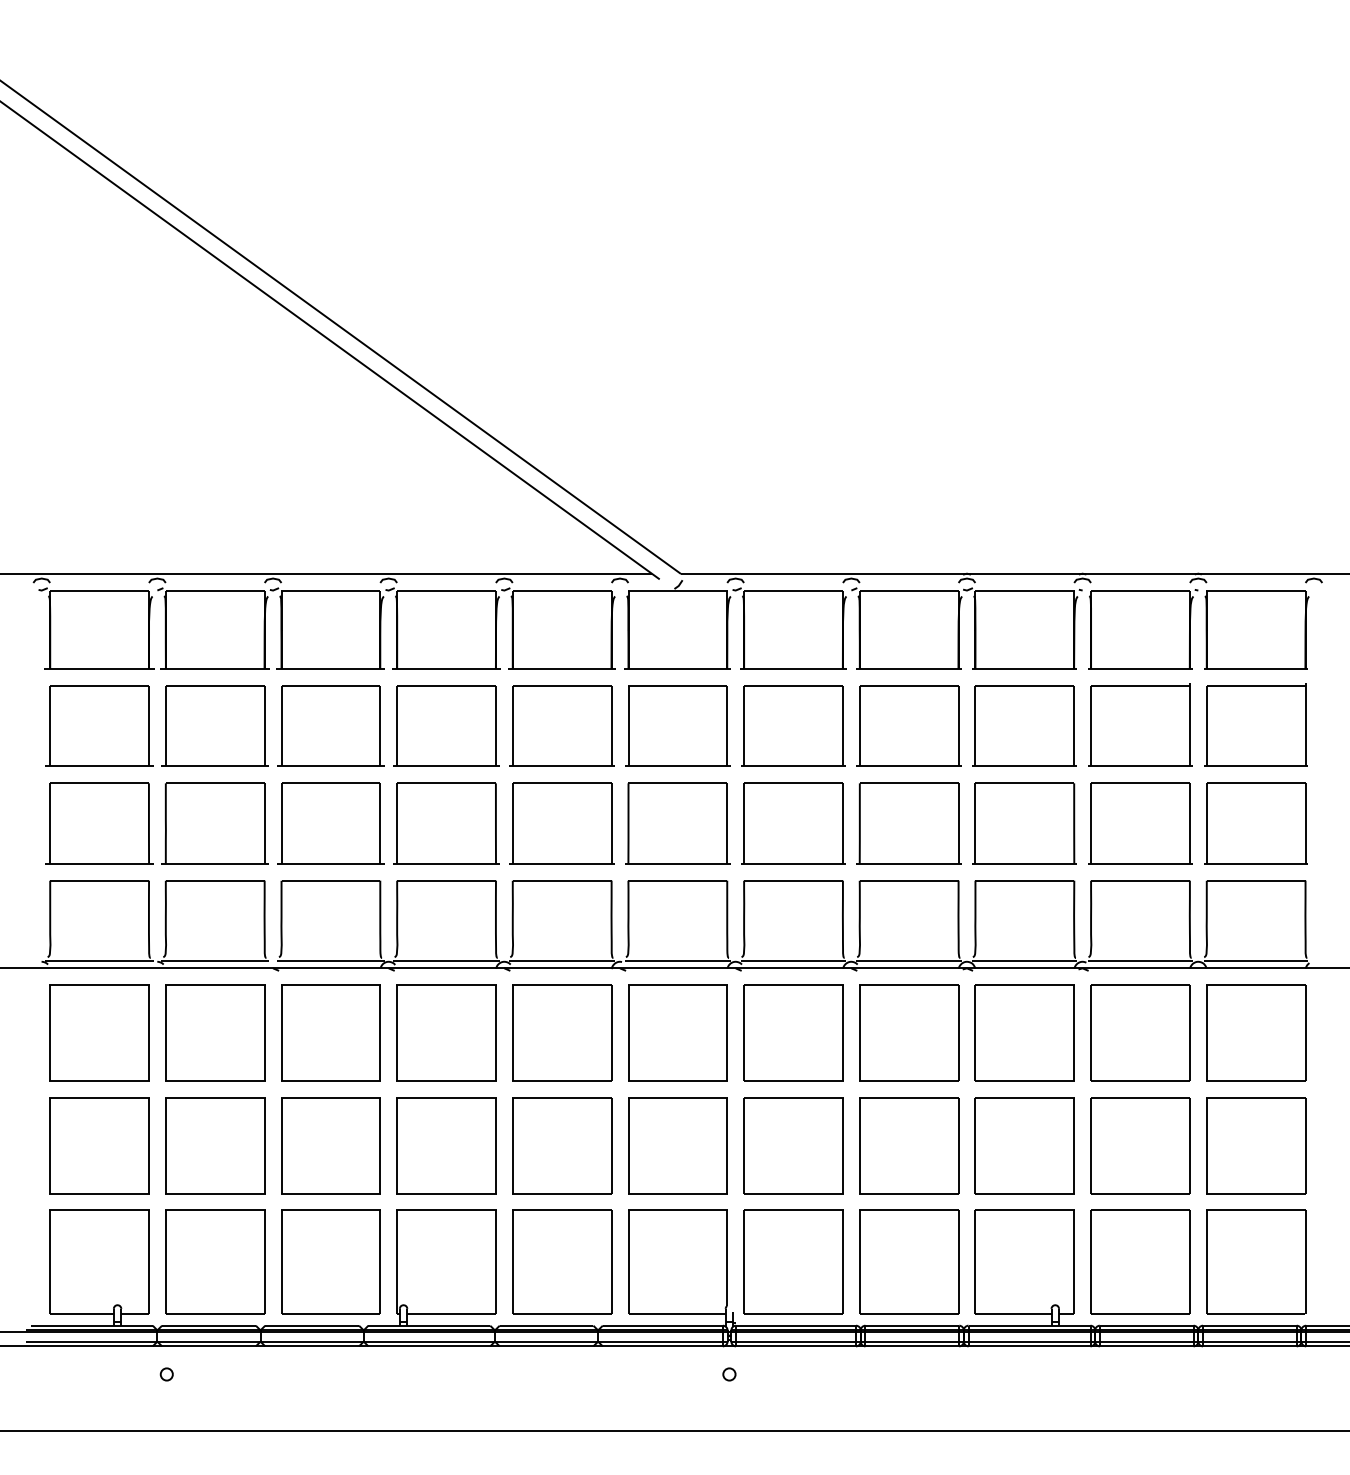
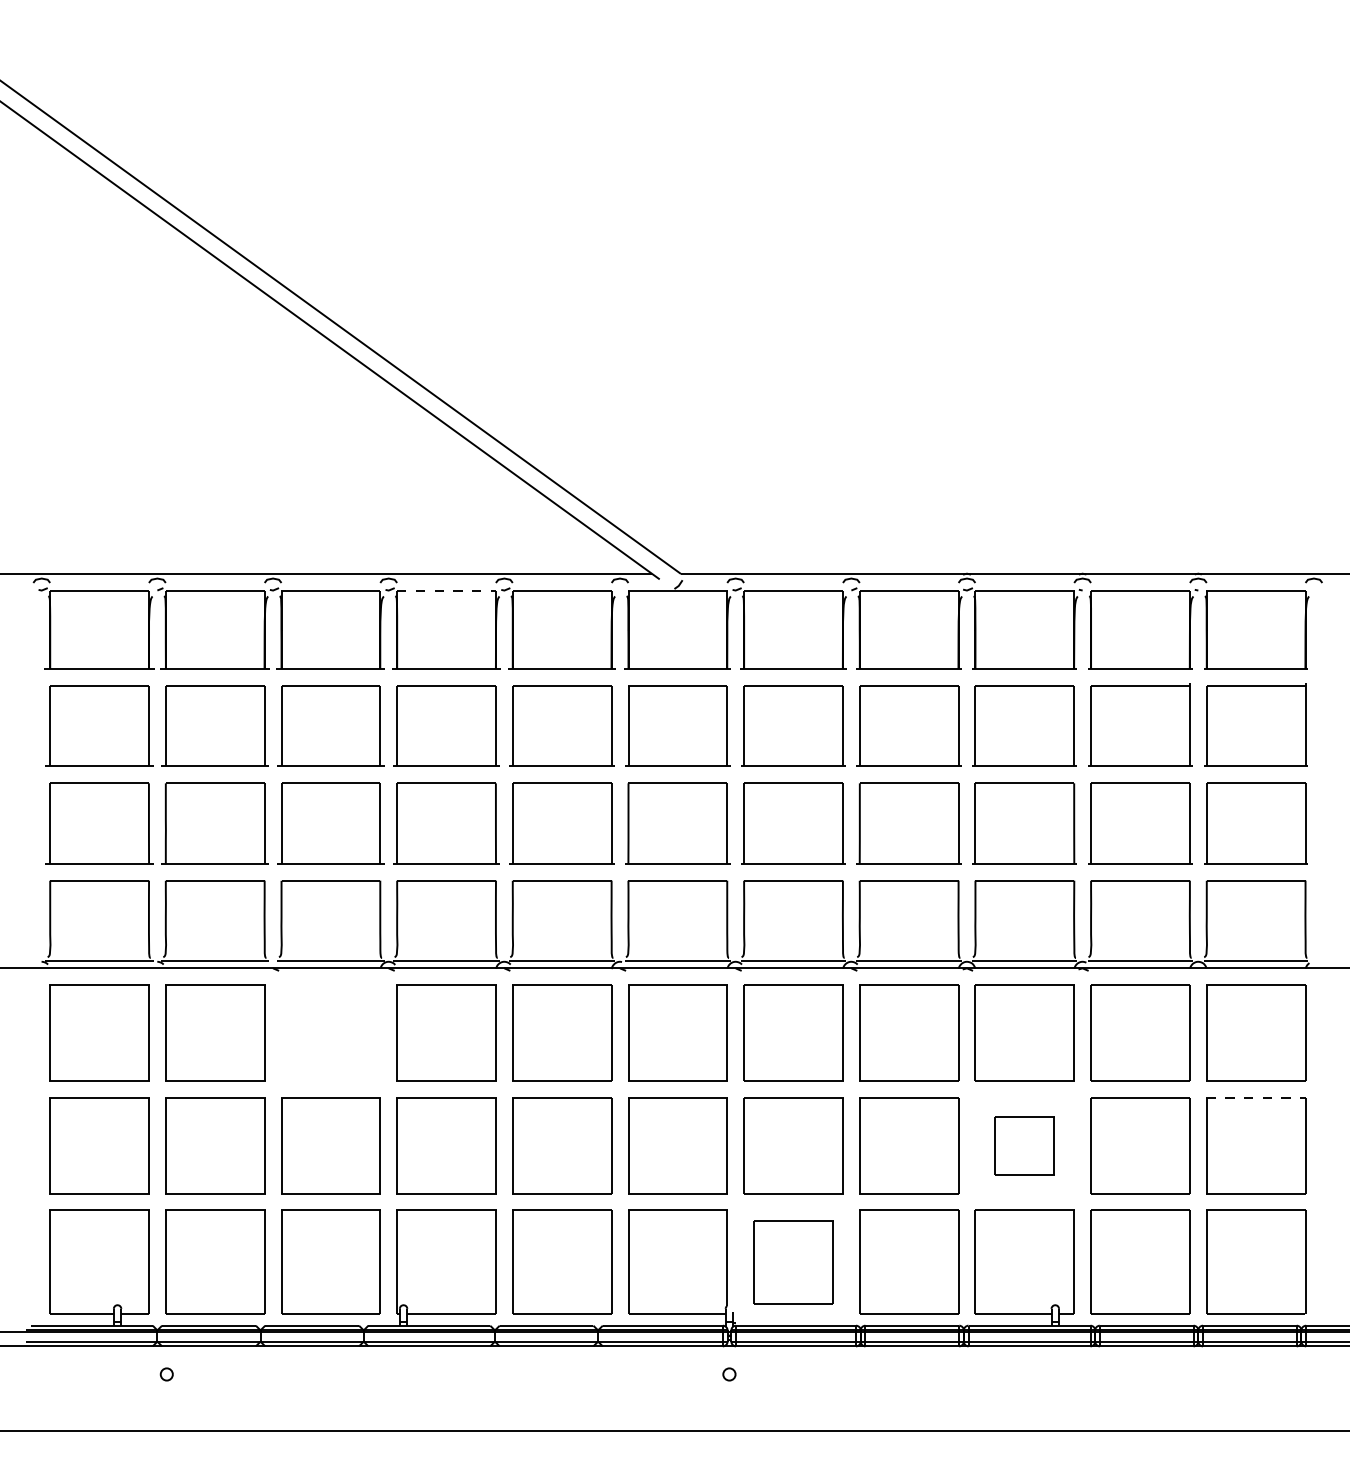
line at (446, 590): solid -> dashed
part at (330, 1032): present -> none
line at (1256, 1097): solid -> dashed
part at (1024, 1145) size: 101x98 px -> 61x60 px
part at (793, 1261) size: 101x106 px -> 81x85 px
